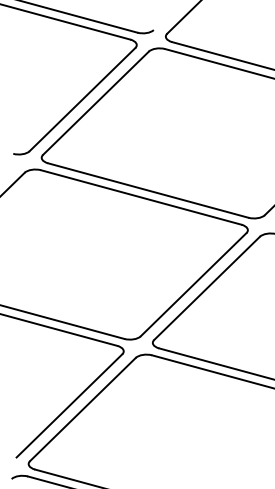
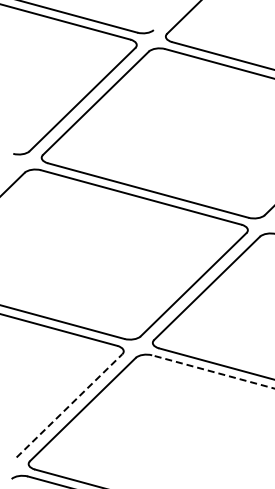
line at (212, 371): solid -> dashed
line at (69, 405): solid -> dashed
